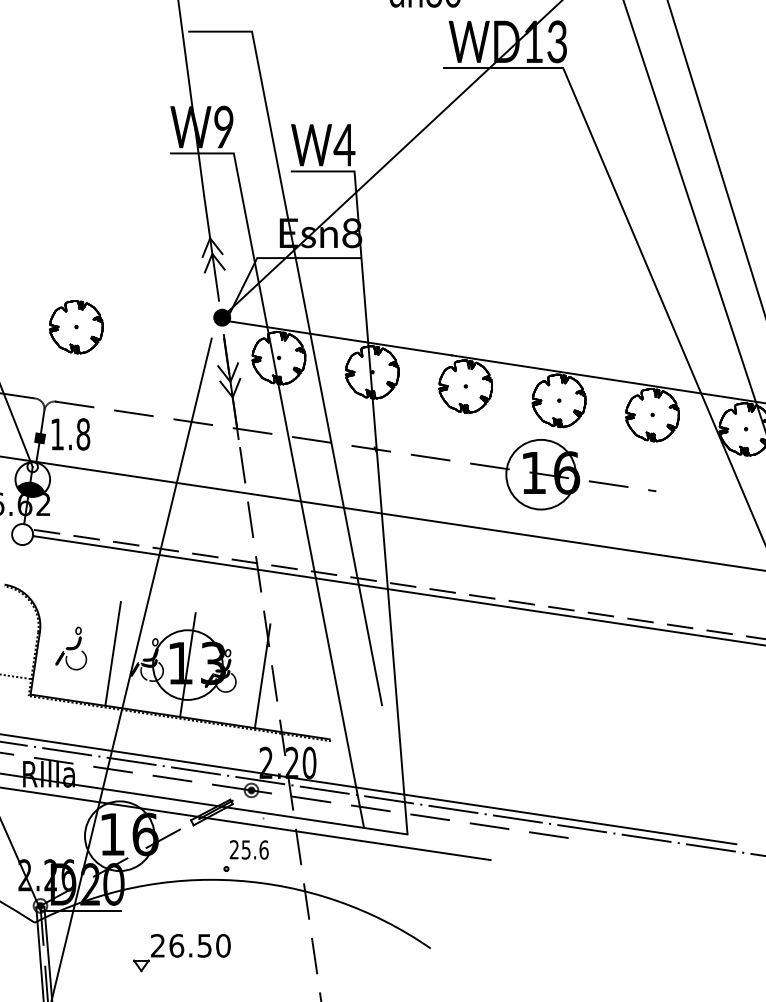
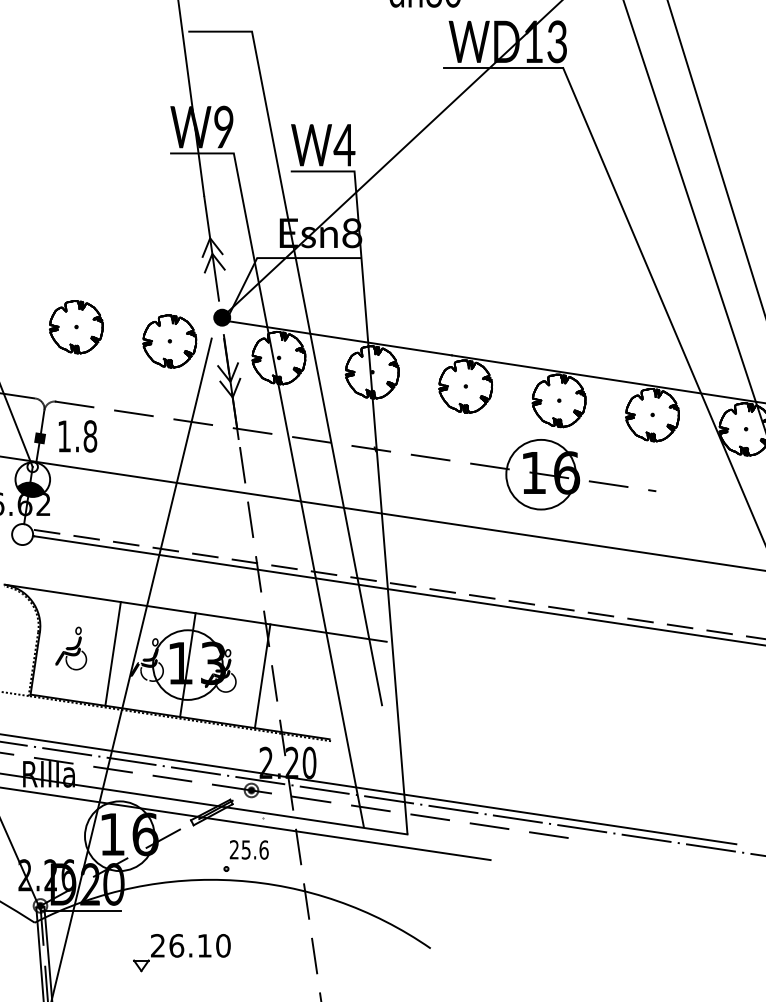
part at (169, 341): none -> present
text at (70, 434) position: (70, 434) -> (77, 436)
line at (195, 612): none -> present
fill at (72, 651): none -> present
line at (16, 676) position: (16, 676) -> (15, 694)
text at (204, 945): 26.50 -> 26.10
